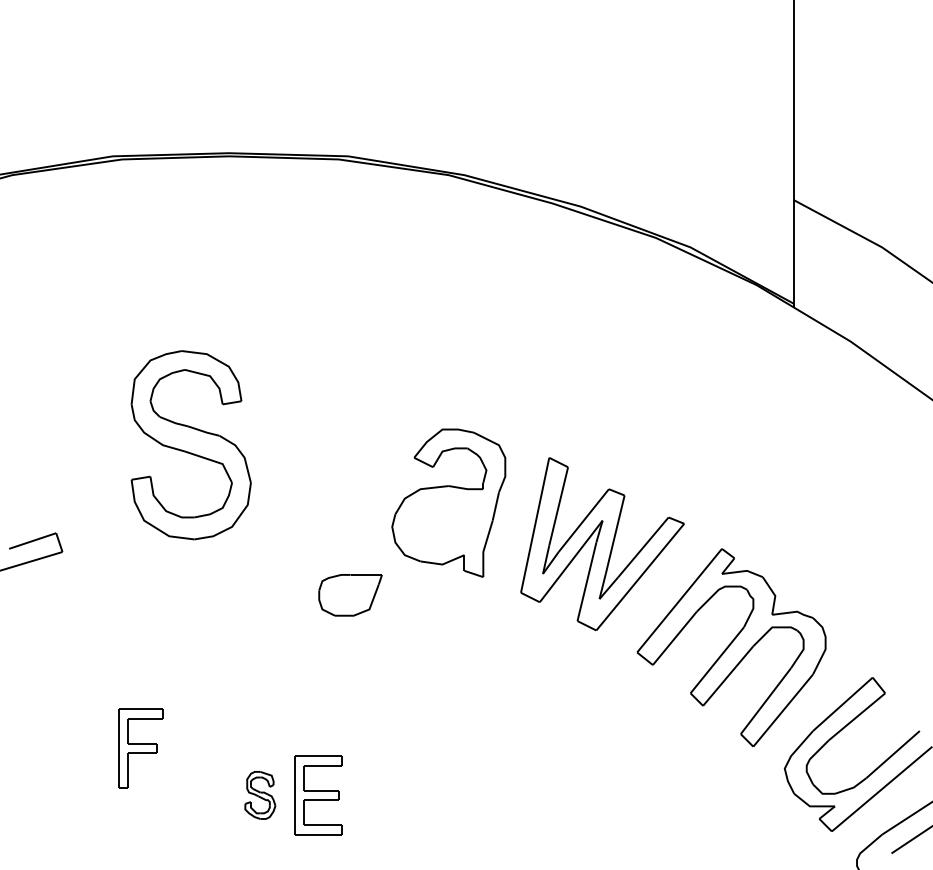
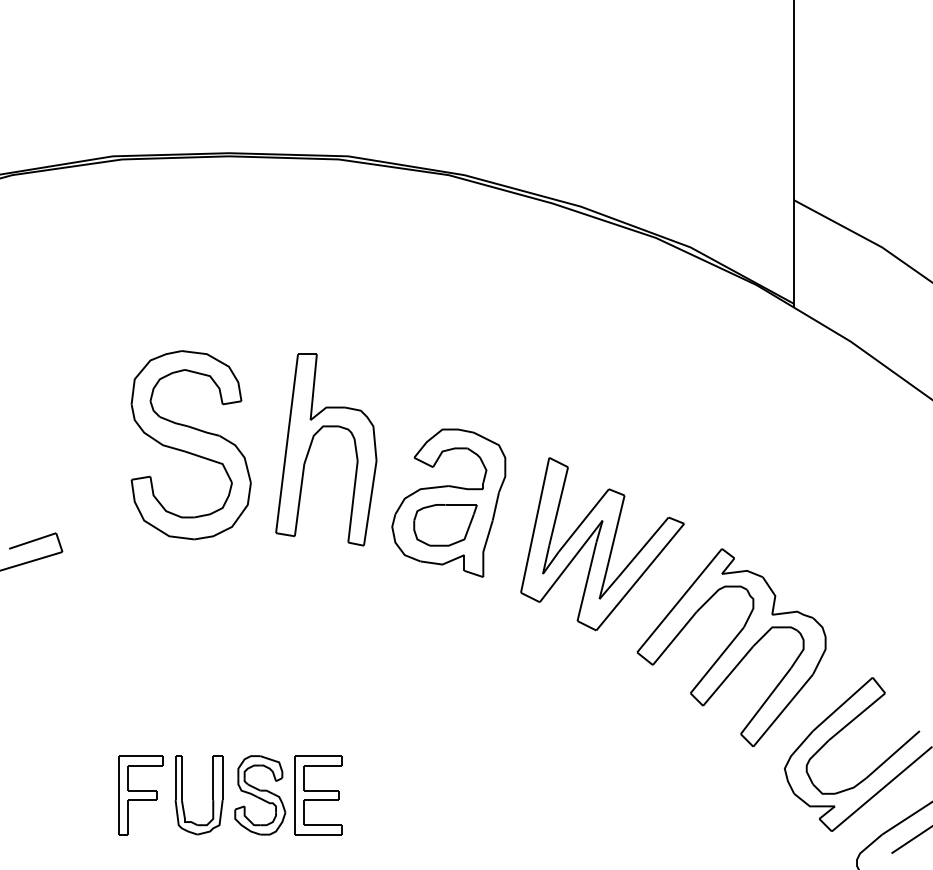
part at (312, 443): none -> present
part at (350, 595) position: (350, 595) -> (445, 525)
part at (140, 748) position: (140, 748) -> (140, 795)
part at (212, 795): none -> present
part at (260, 795) size: 33x49 px -> 53x81 px
